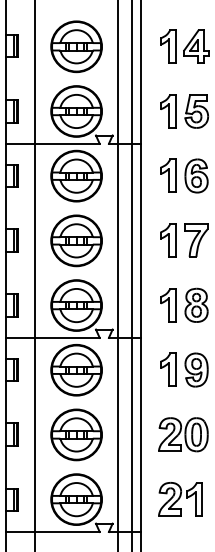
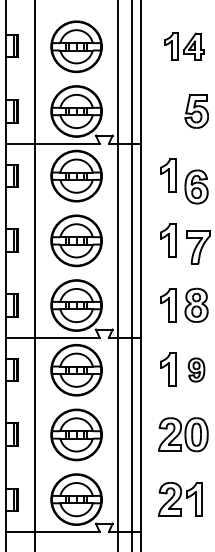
part at (184, 46) size: 50x35 px -> 41x29 px
part at (168, 111): present -> none
part at (196, 175) position: (196, 175) -> (196, 186)
part at (196, 240) position: (196, 240) -> (198, 247)
part at (196, 369) size: 25x36 px -> 19x26 px
